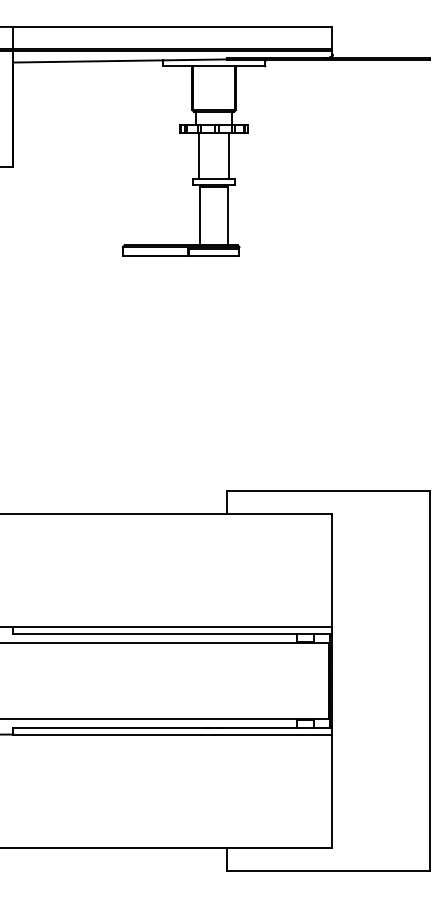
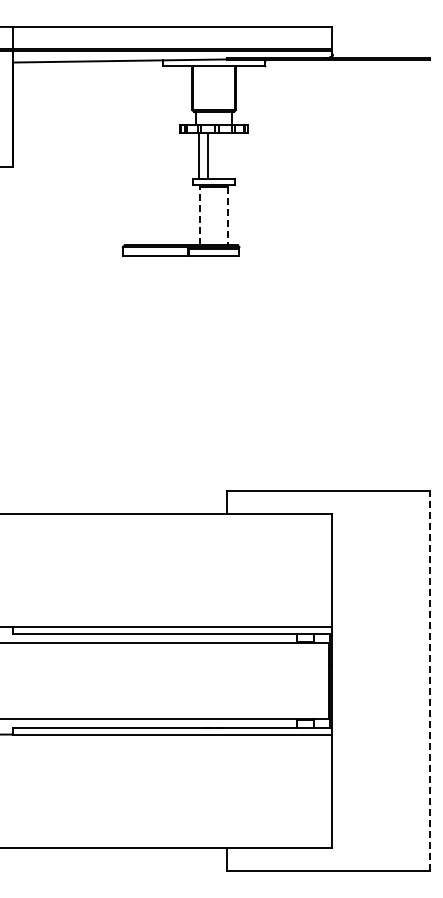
line at (228, 156) position: (228, 156) -> (207, 156)
line at (200, 215): solid -> dashed
line at (228, 216): solid -> dashed
line at (429, 680): solid -> dashed
